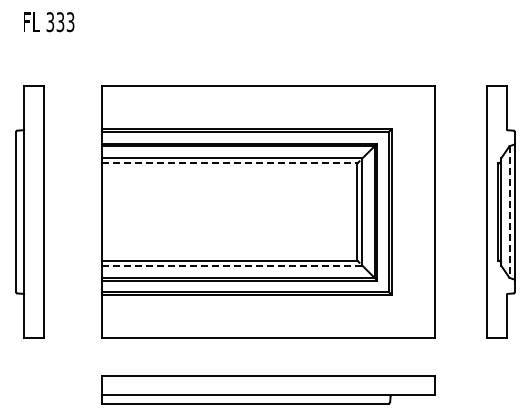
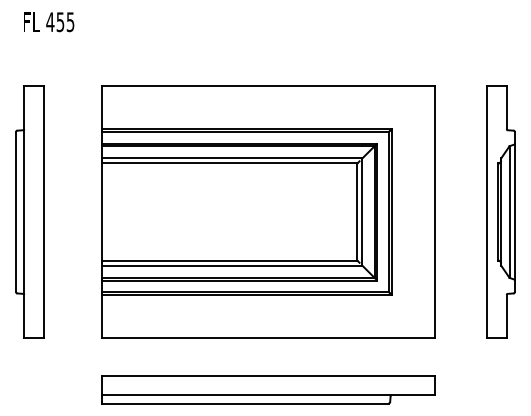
text at (60, 22): 333 -> 455
line at (229, 163): dashed -> solid
line at (509, 212): dashed -> solid
line at (232, 265): dashed -> solid
